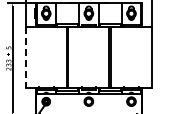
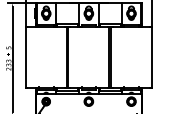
line at (25, 57): dashed -> solid
